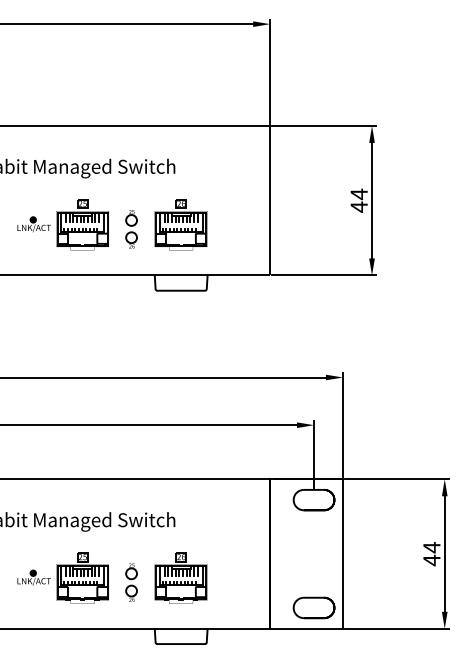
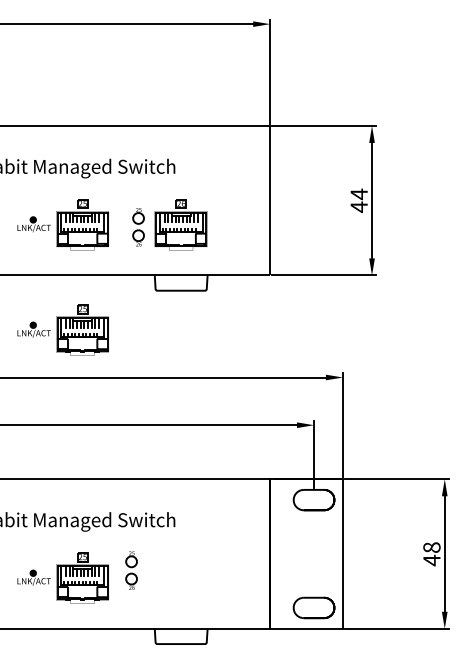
part at (131, 229) position: (131, 229) -> (138, 227)
part at (62, 329): none -> present
text at (431, 547): 44 -> 48
part at (180, 577): present -> none
part at (131, 582) position: (131, 582) -> (131, 570)
